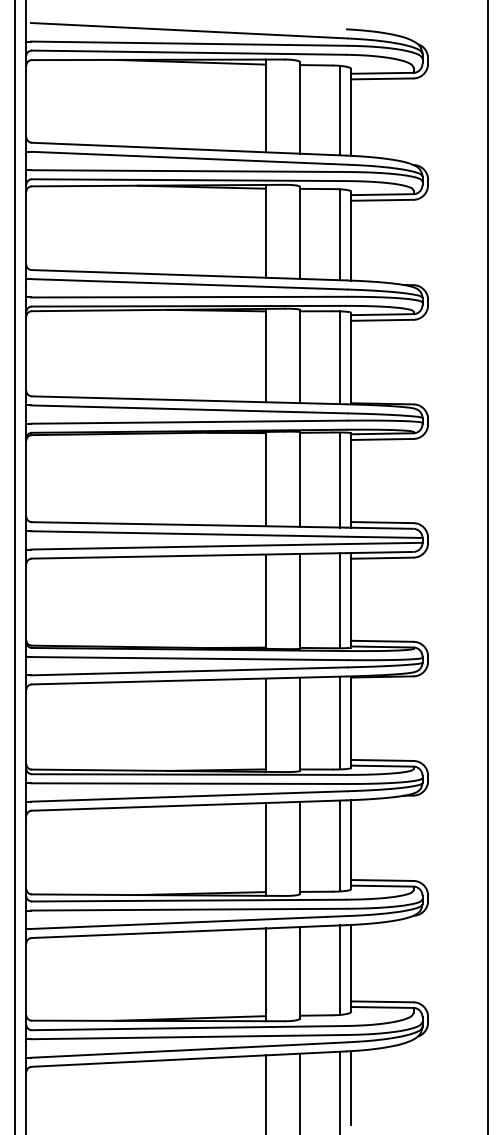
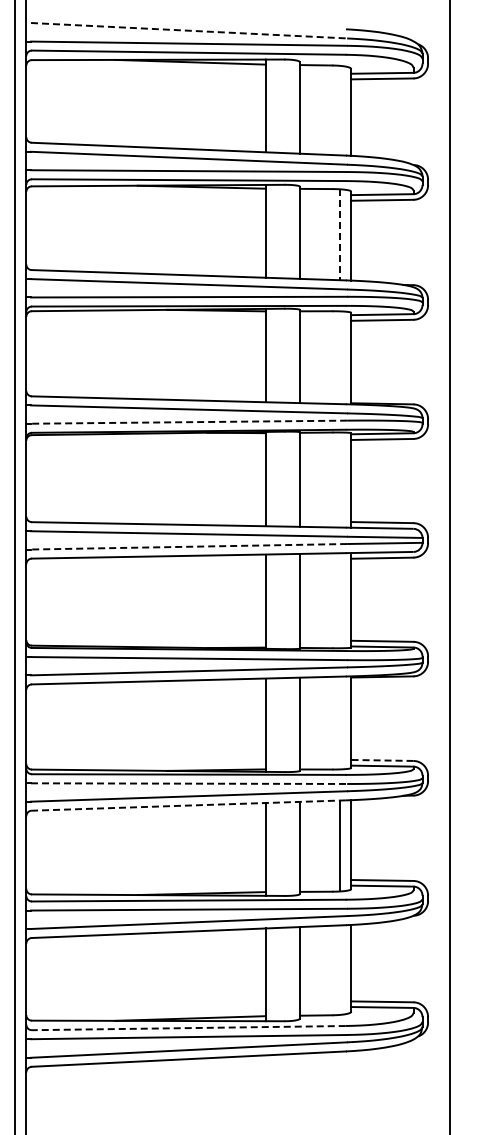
line at (189, 30): solid -> dashed
line at (339, 110): present -> none
line at (339, 235): solid -> dashed
line at (339, 357): present -> none
line at (188, 422): solid -> dashed
line at (339, 479): present -> none
line at (188, 546): solid -> dashed
line at (488, 566) position: (488, 566) -> (450, 566)
line at (339, 600): present -> none
line at (339, 722): present -> none
line at (381, 760): solid -> dashed
line at (189, 783): solid -> dashed
line at (188, 805): solid -> dashed
line at (339, 969): present -> none
line at (188, 1028): solid -> dashed
line at (351, 1087): present -> none
line at (339, 1091): present -> none
line at (299, 1092): present -> none
line at (265, 1093): present -> none
